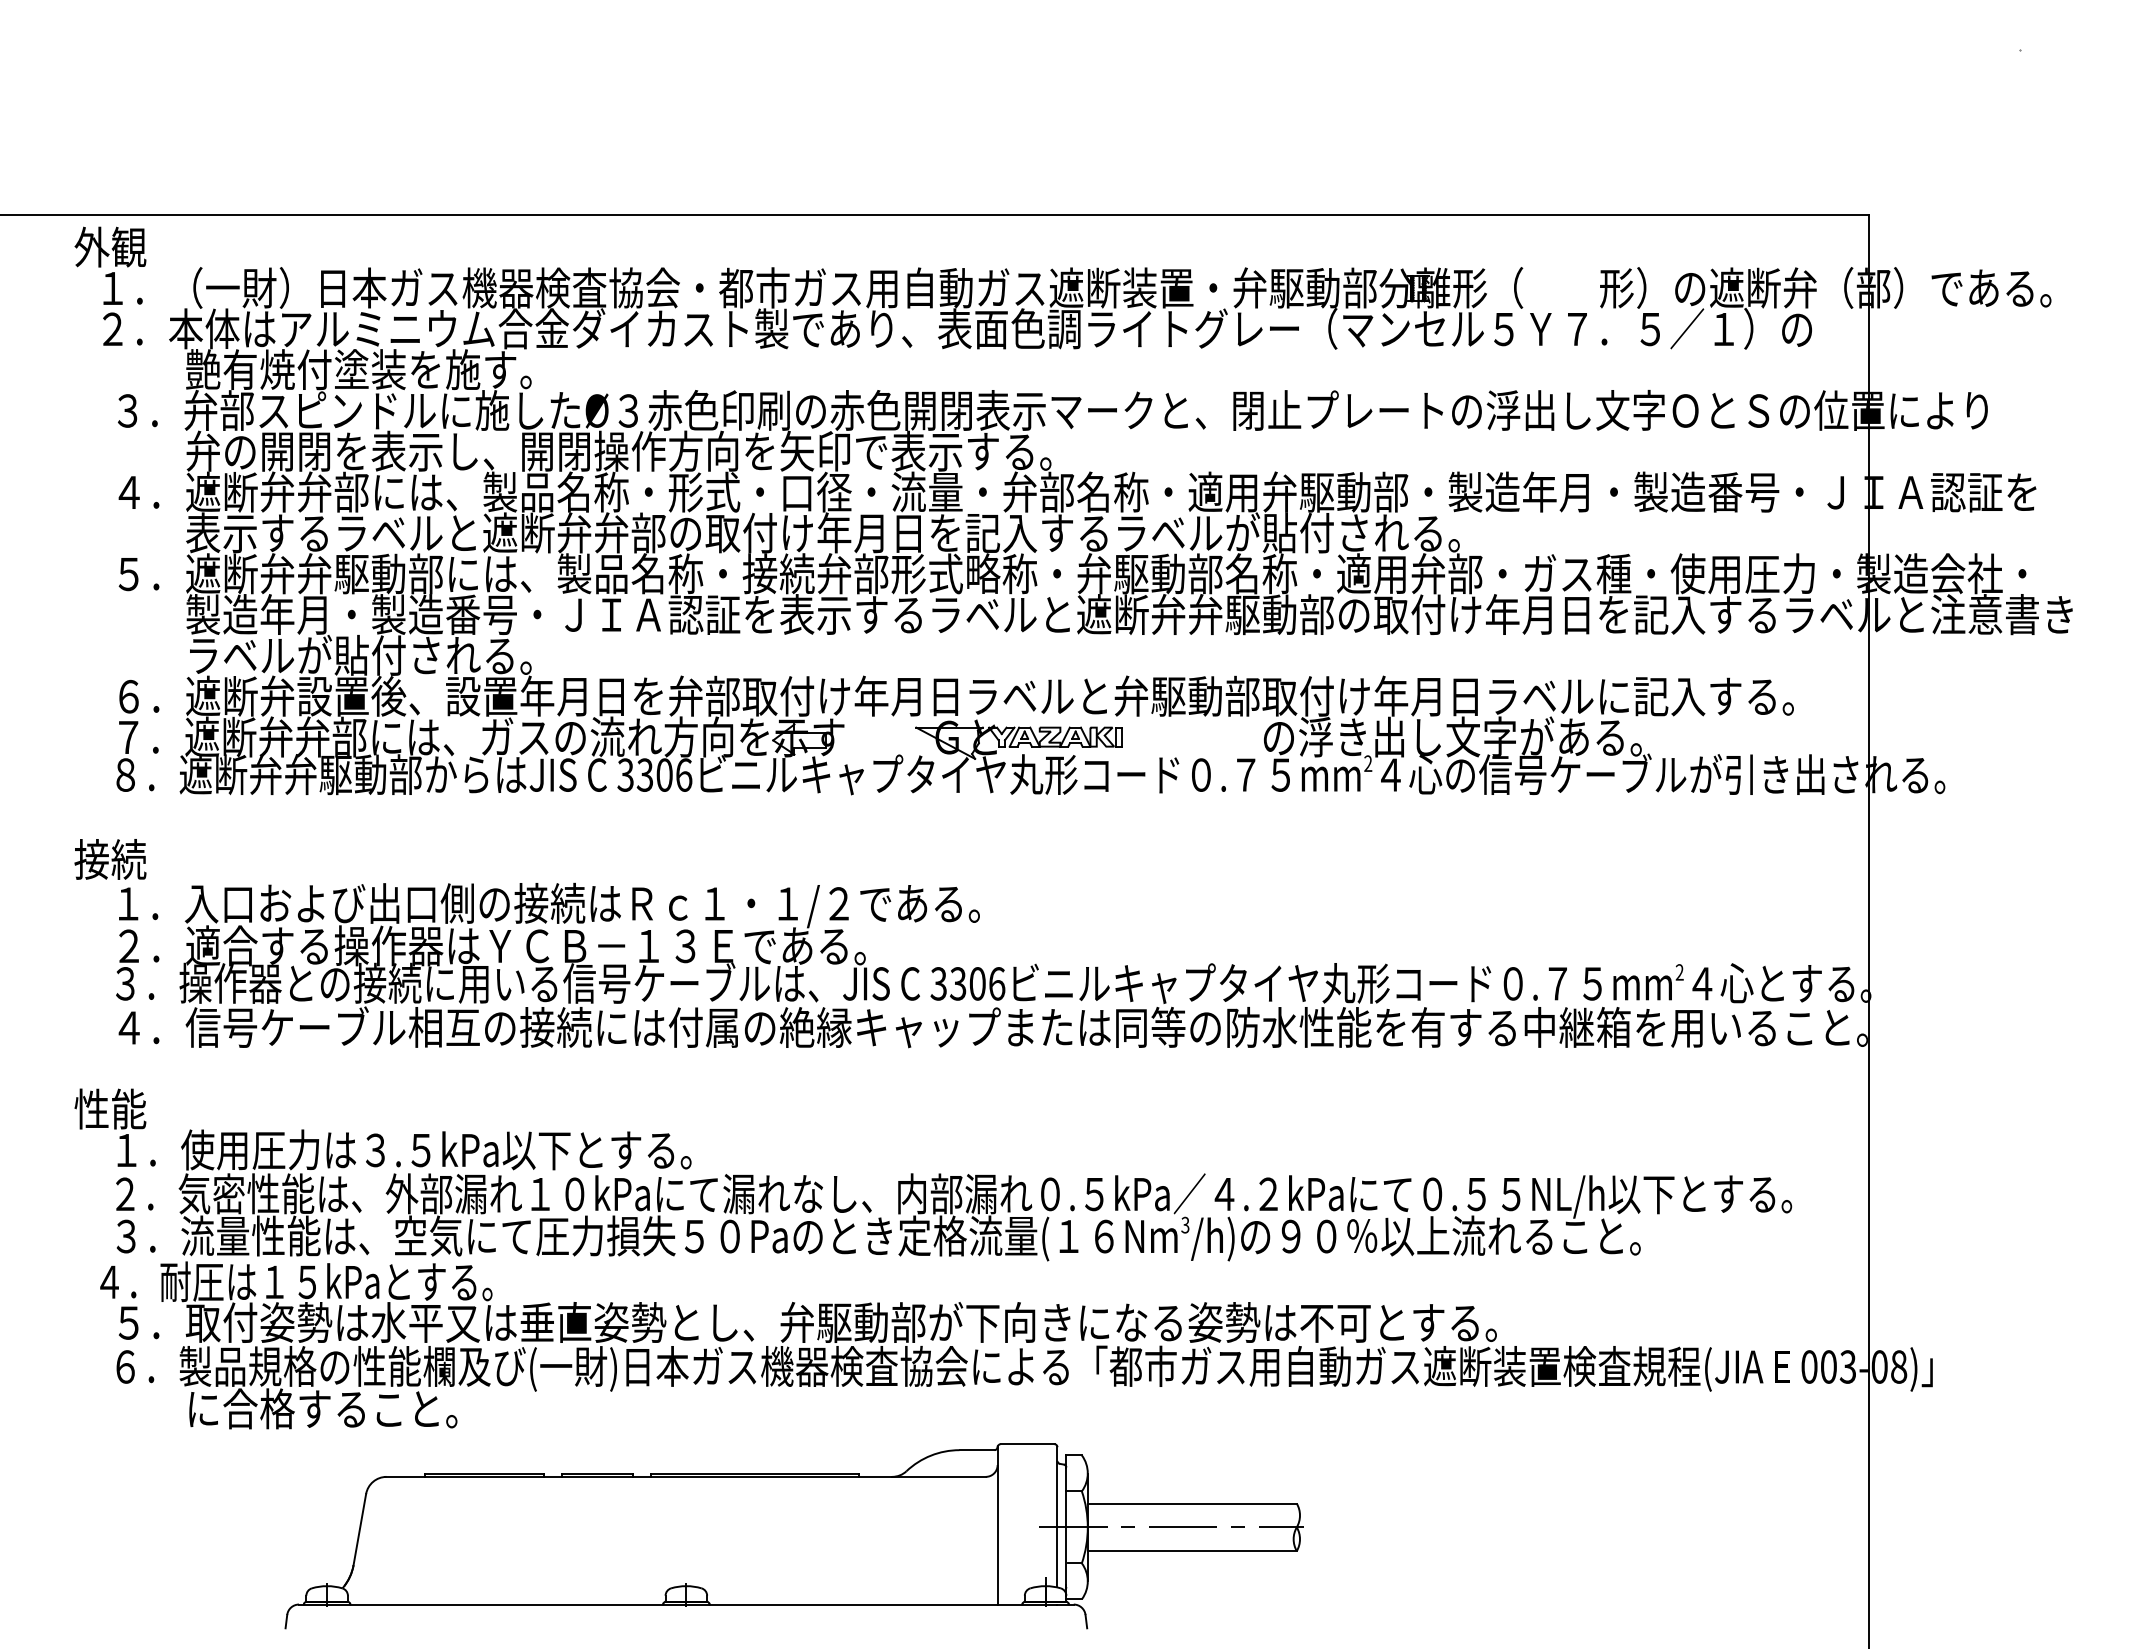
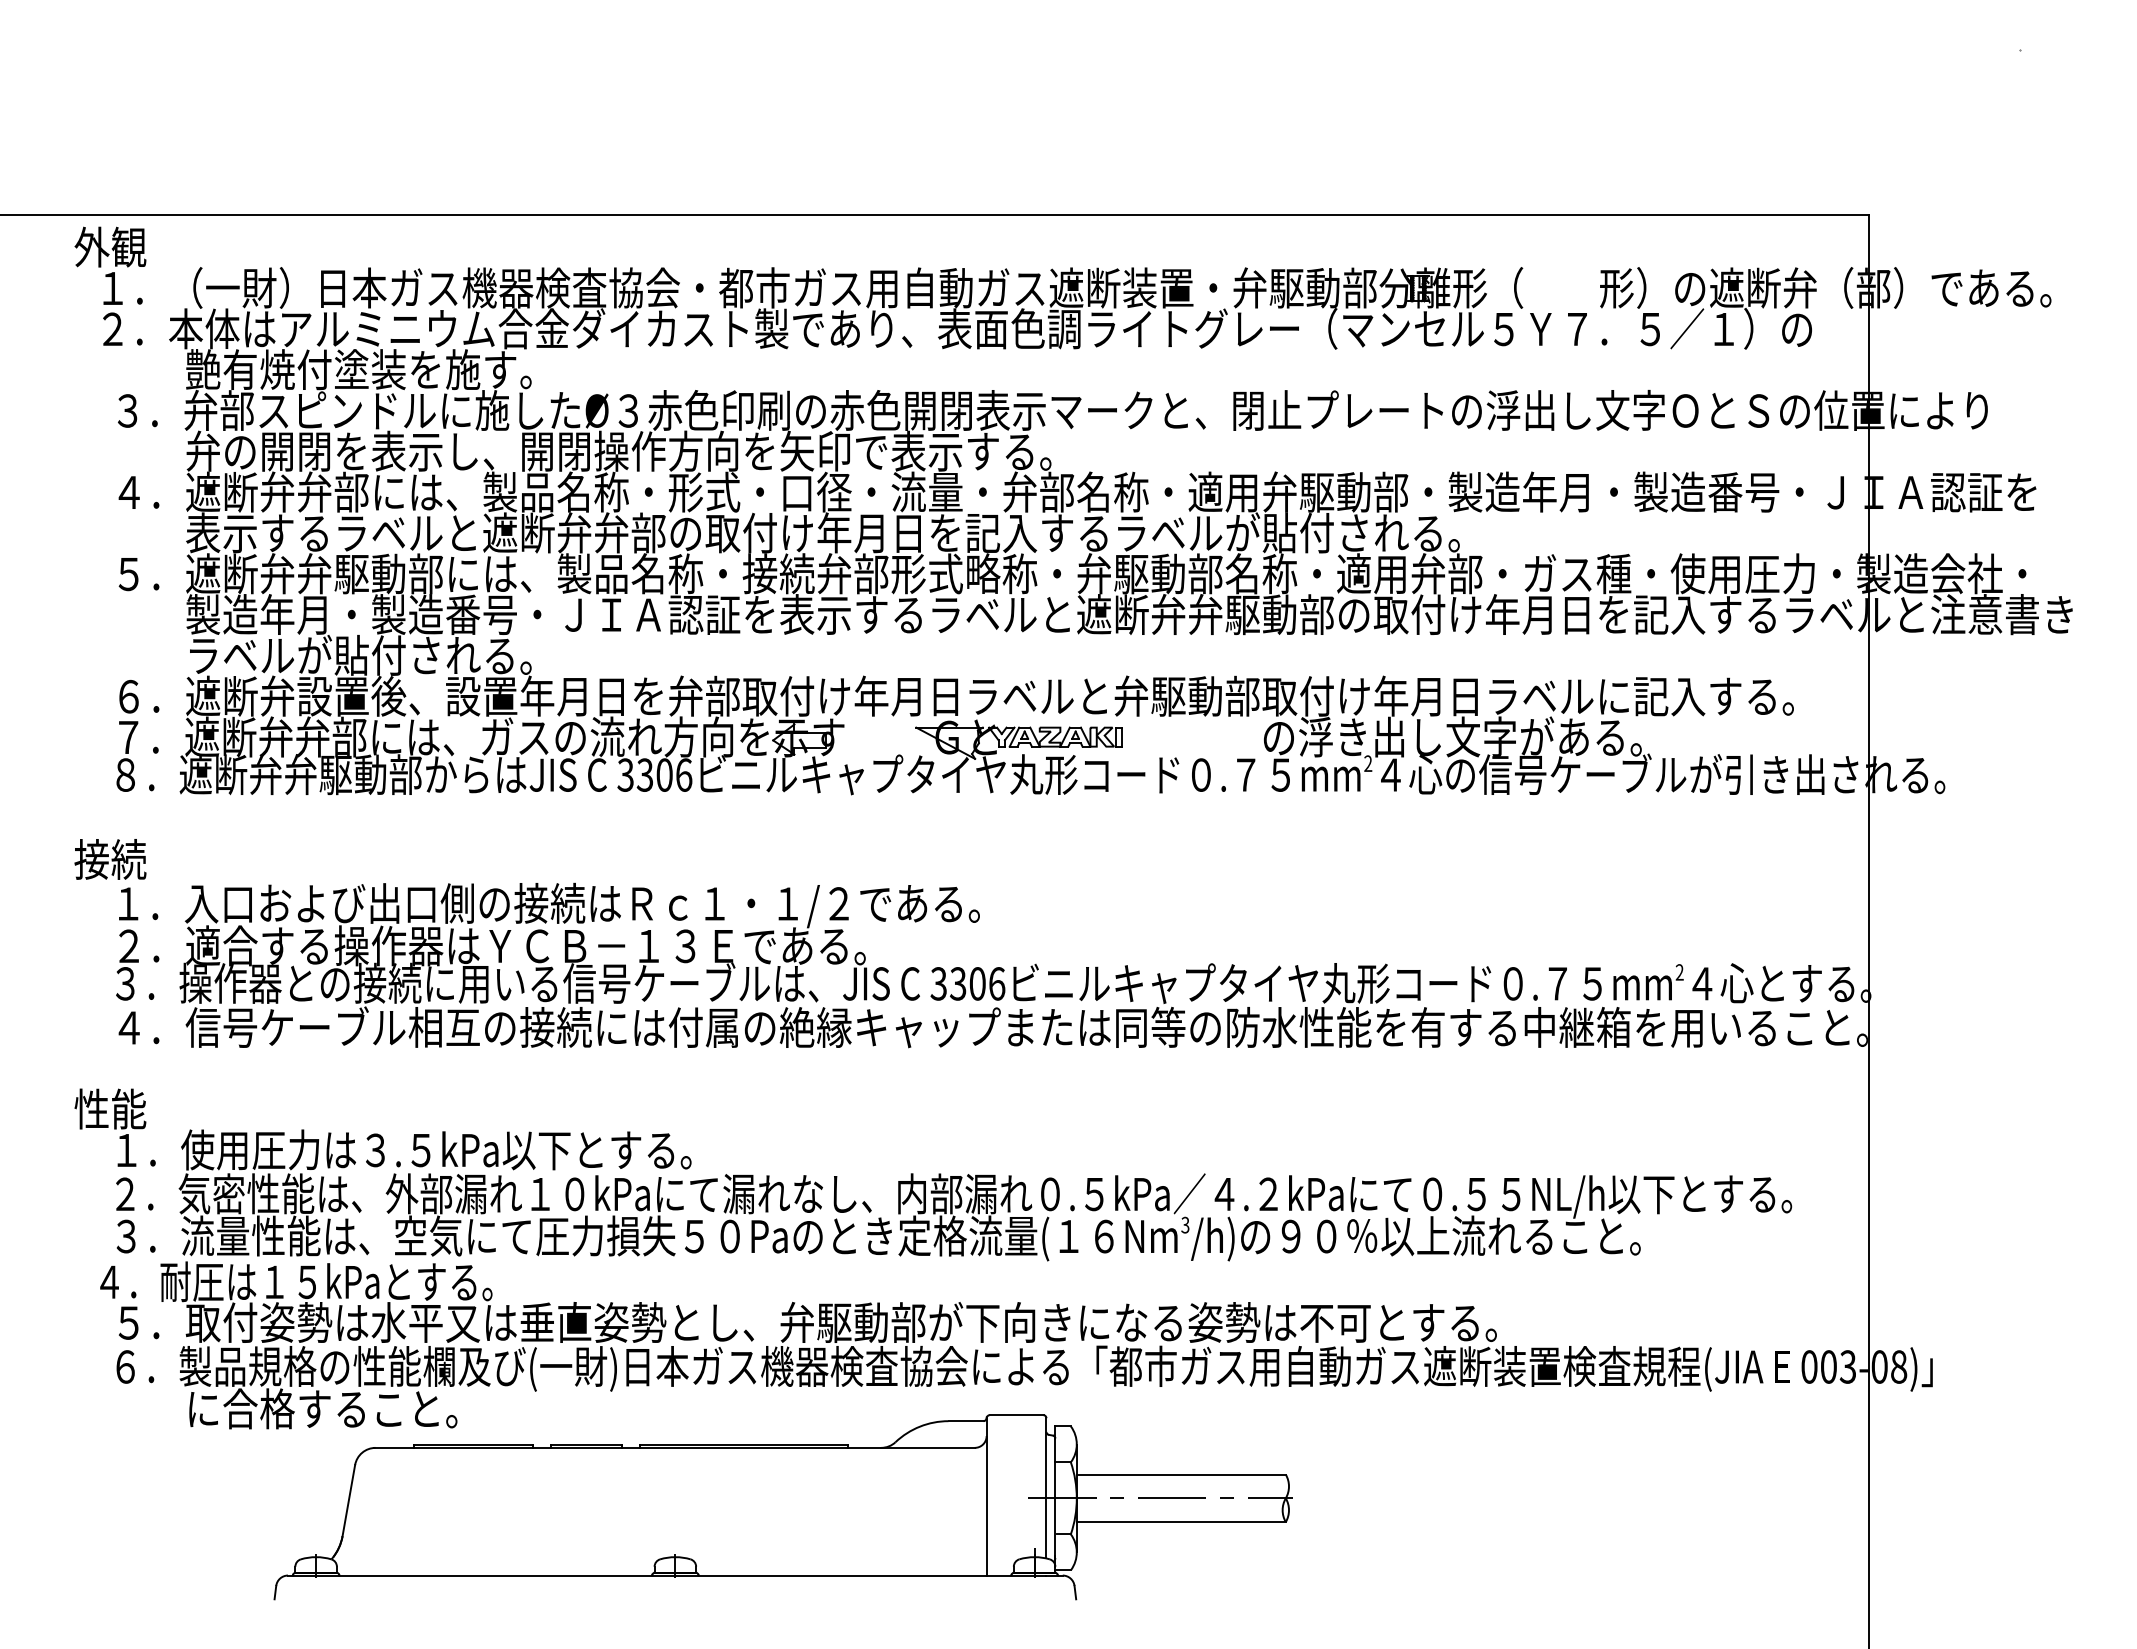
part at (793, 1536) position: (793, 1536) -> (782, 1507)
